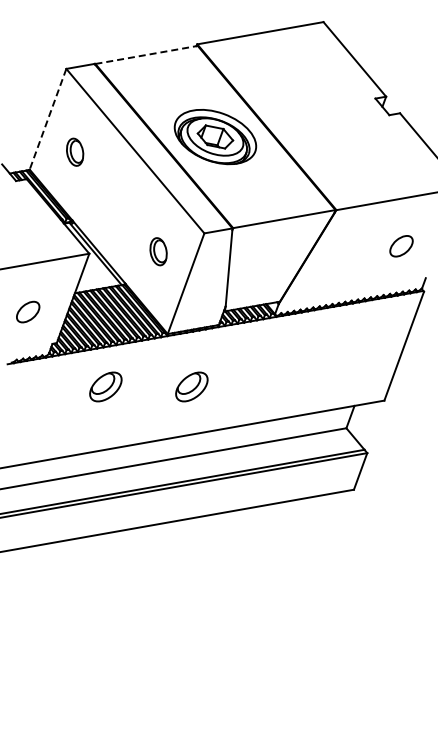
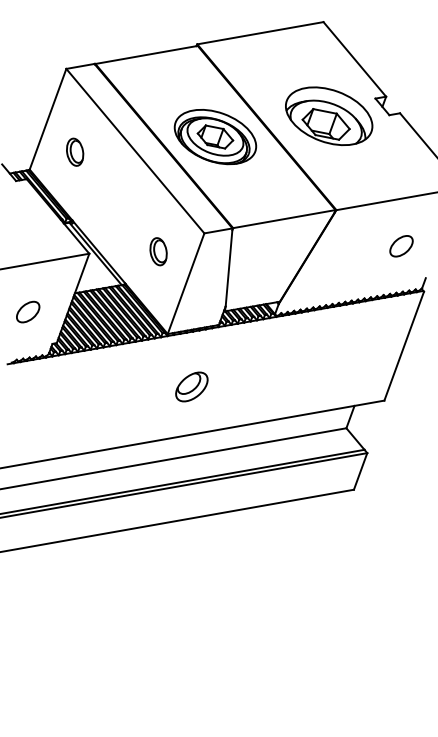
line at (146, 54): dashed -> solid
part at (329, 115): none -> present
line at (48, 119): dashed -> solid
part at (105, 386): present -> none
